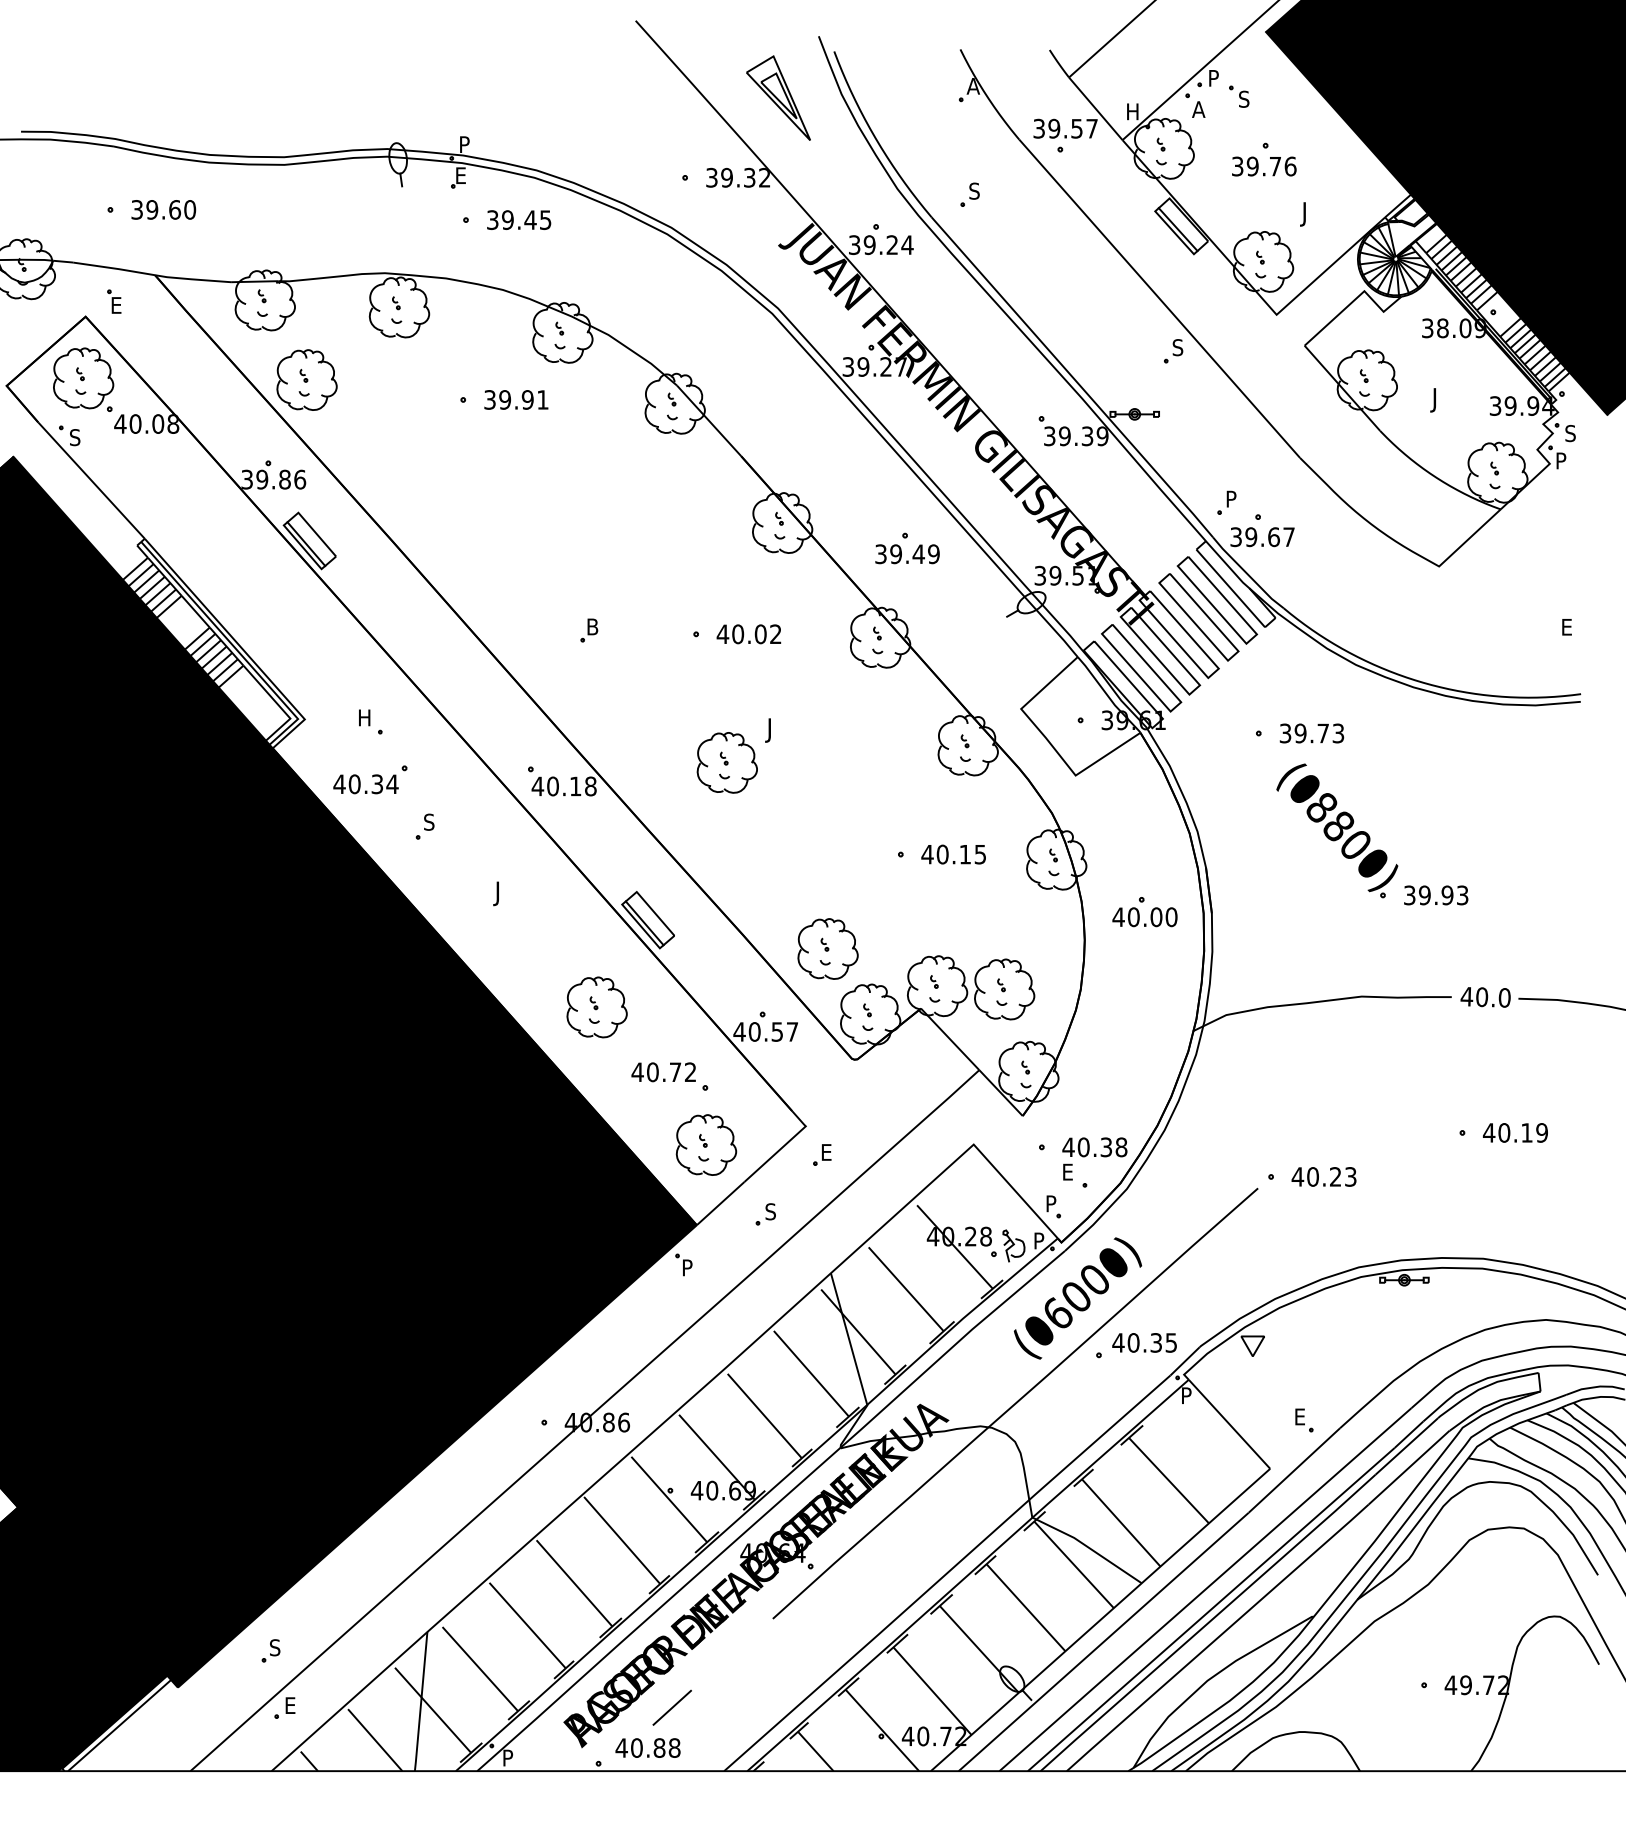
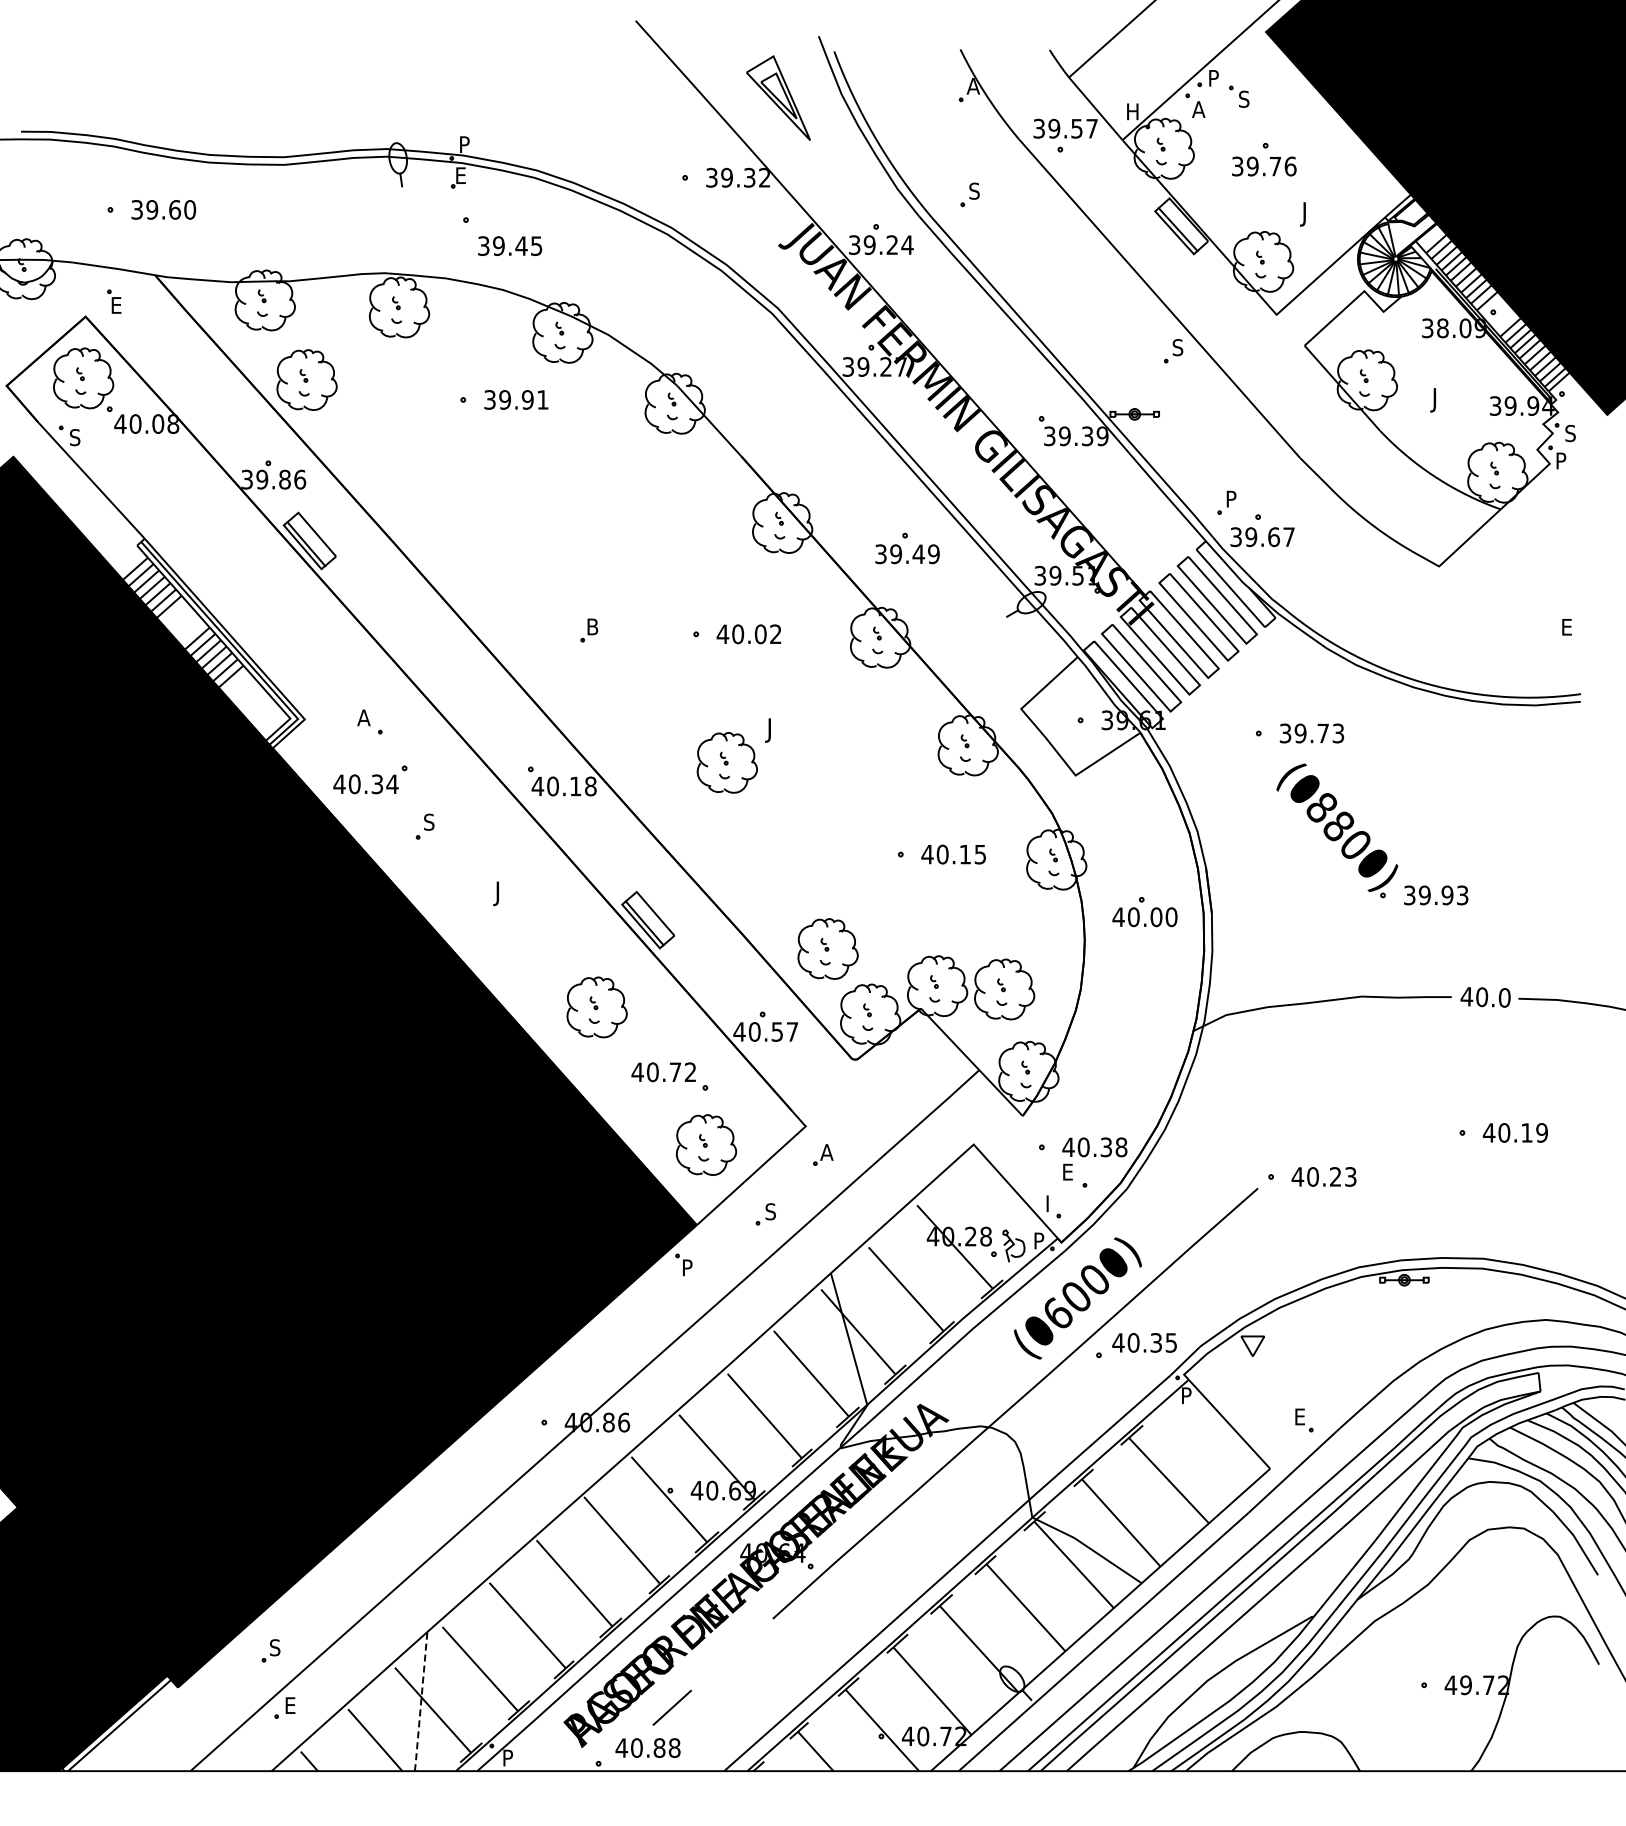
text at (519, 219) position: (519, 219) -> (510, 245)
text at (363, 717): H -> A
text at (826, 1152): E -> A
text at (1052, 1200): P -> I
line at (421, 1702): solid -> dashed
